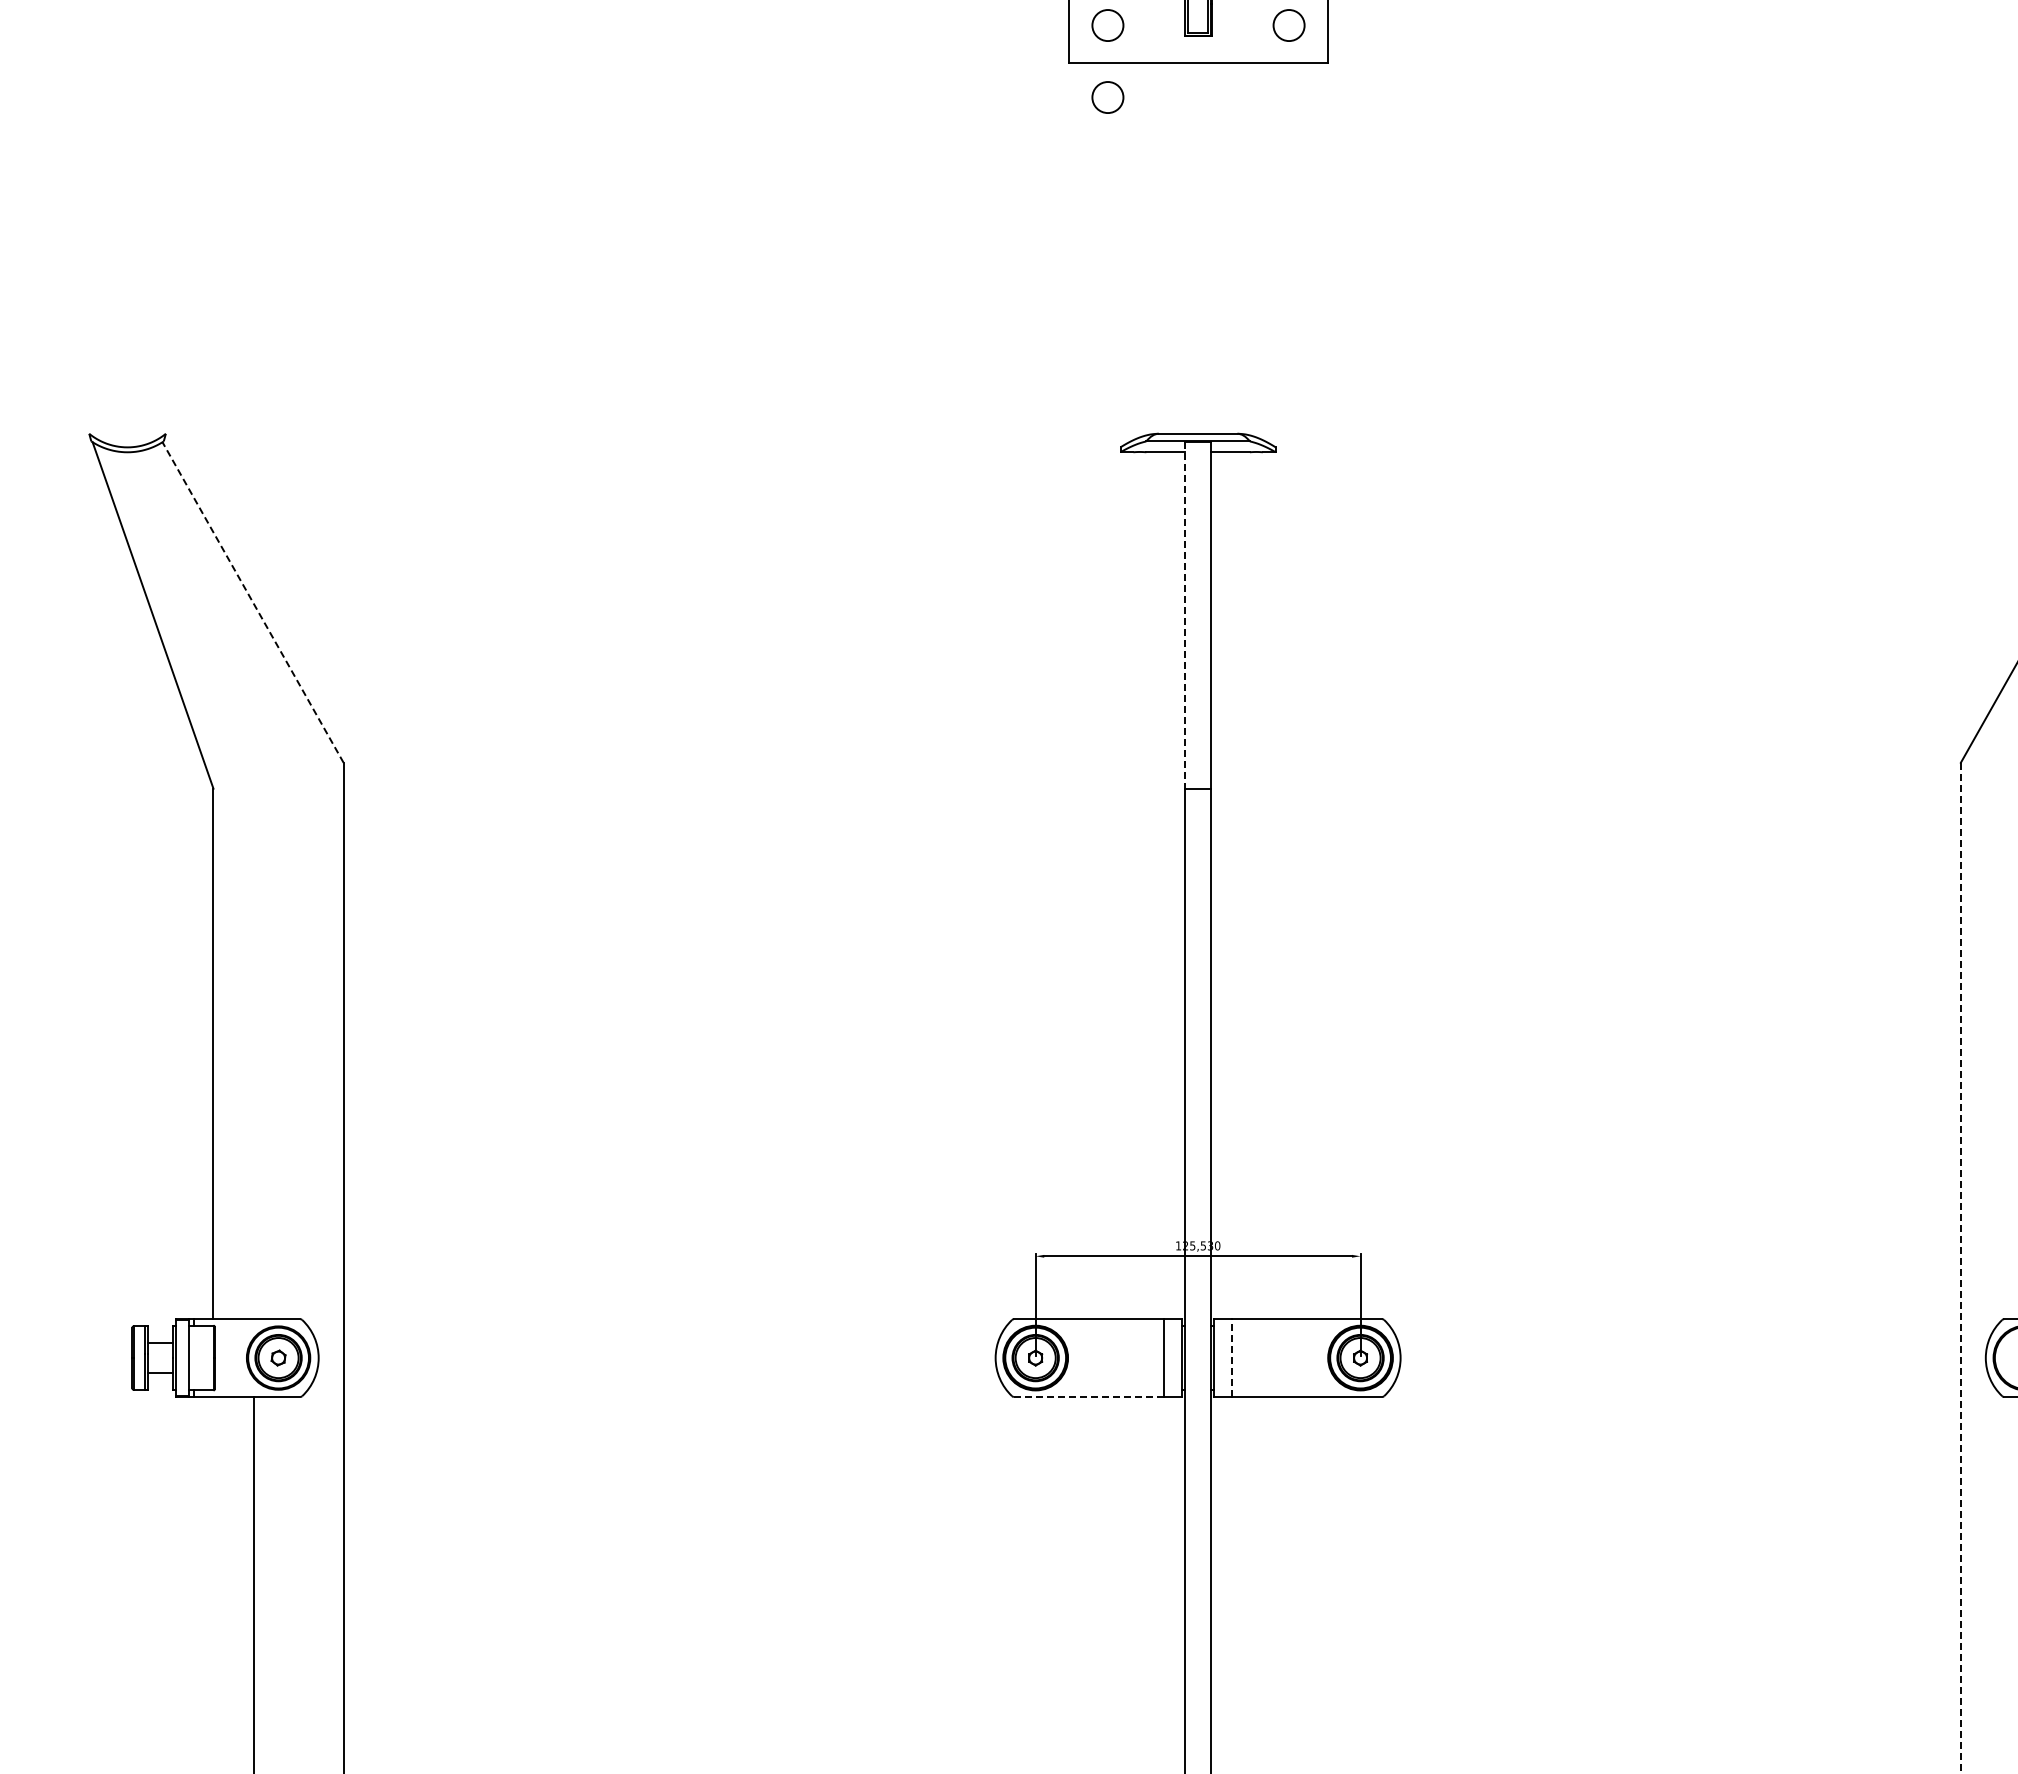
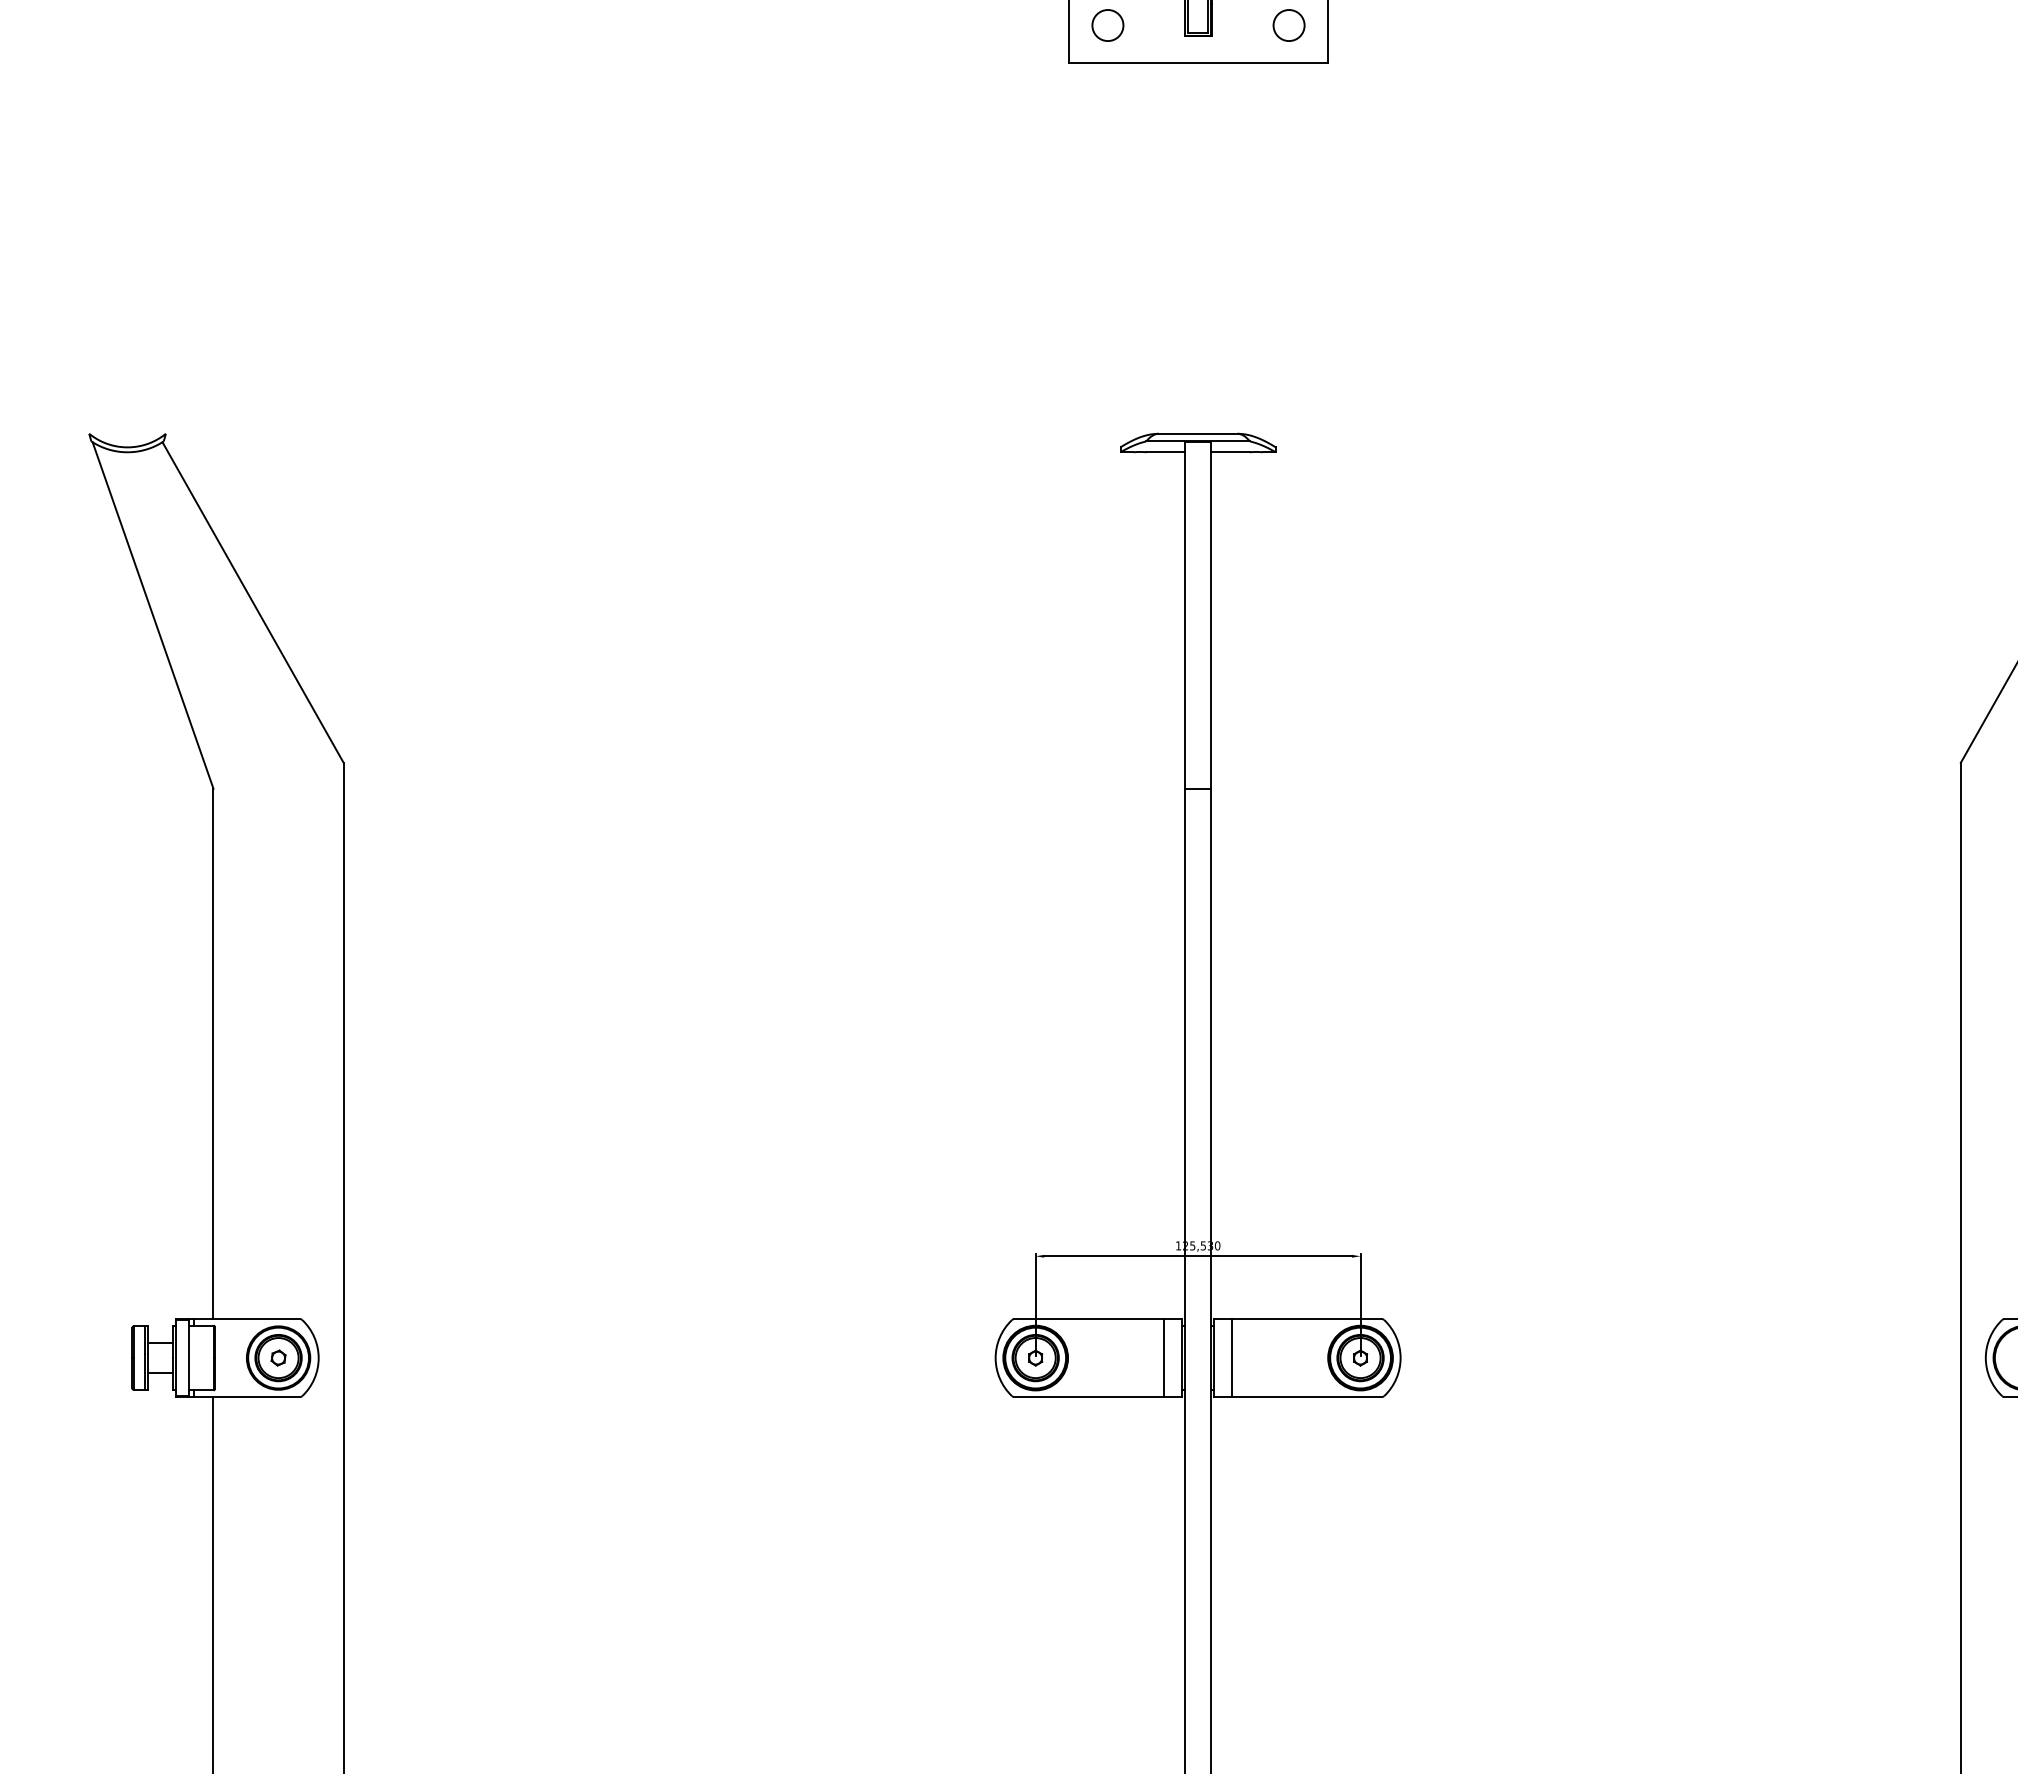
circle at (1107, 97): present -> none
line at (252, 602): dashed -> solid
line at (1184, 615): dashed -> solid
line at (1960, 1267): dashed -> solid
line at (1232, 1358): dashed -> solid
line at (1089, 1396): dashed -> solid
line at (254, 1583) position: (254, 1583) -> (213, 1583)
